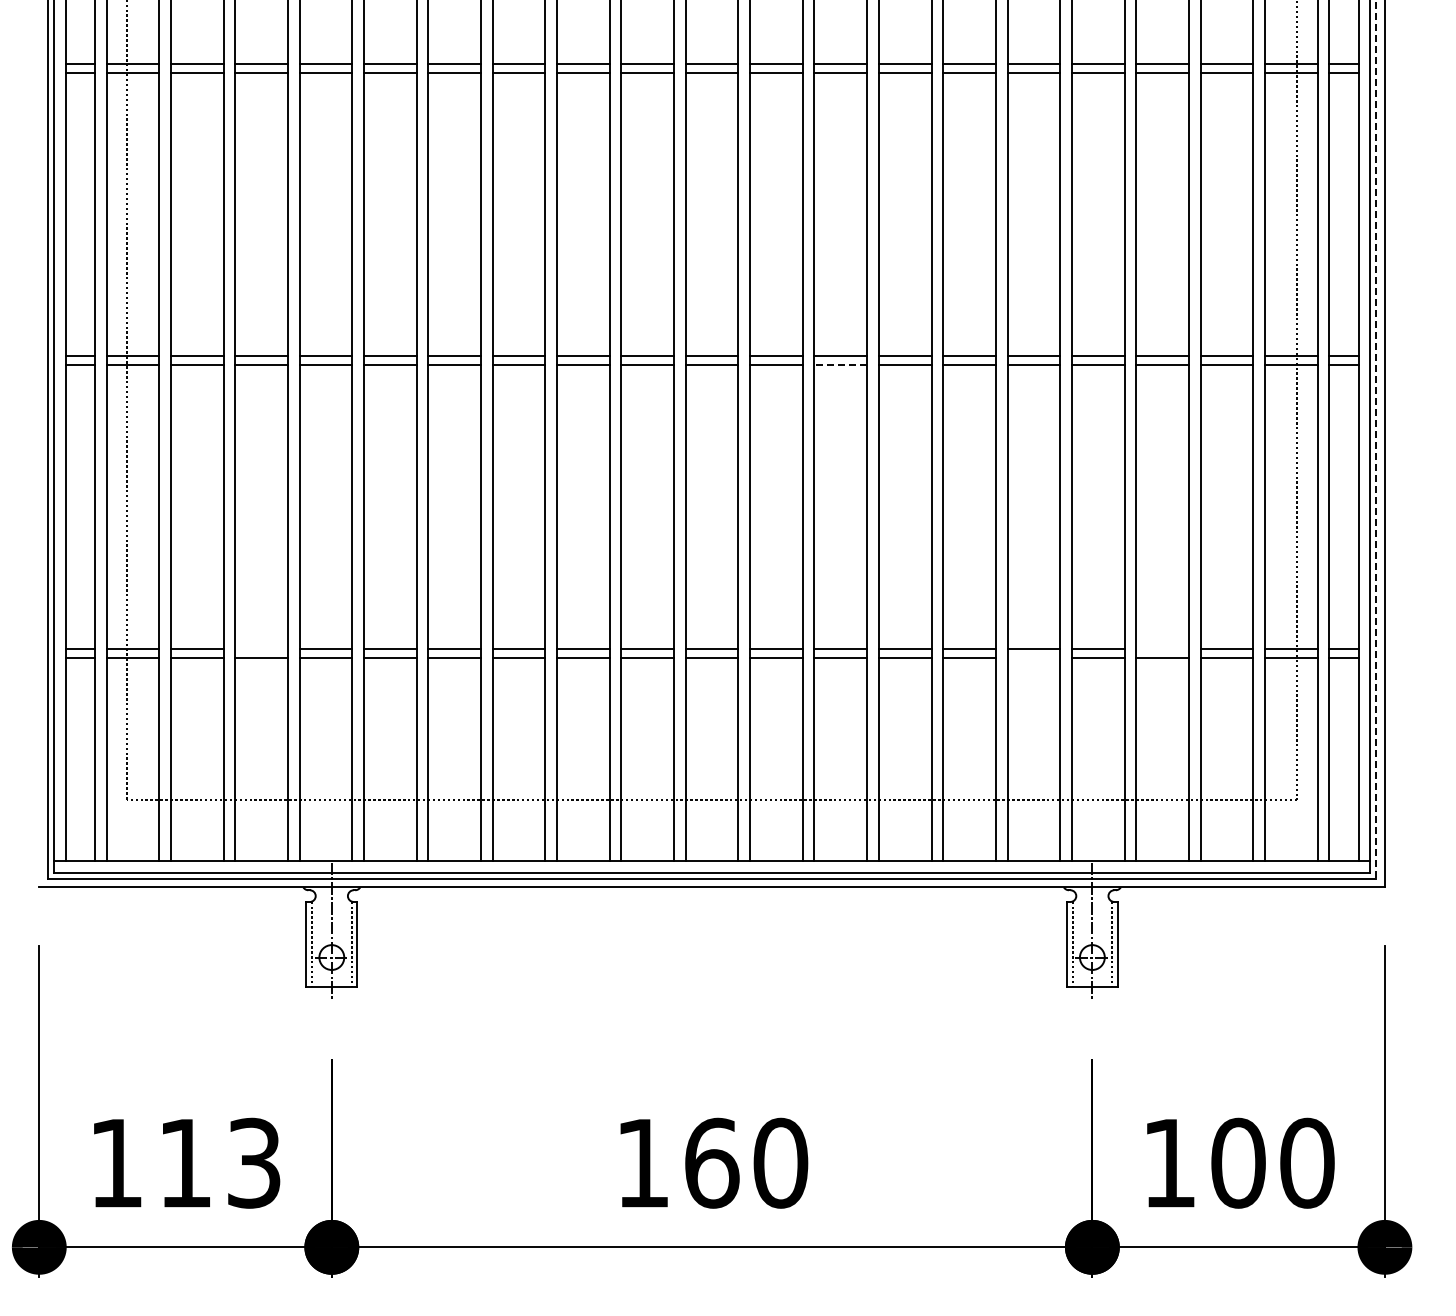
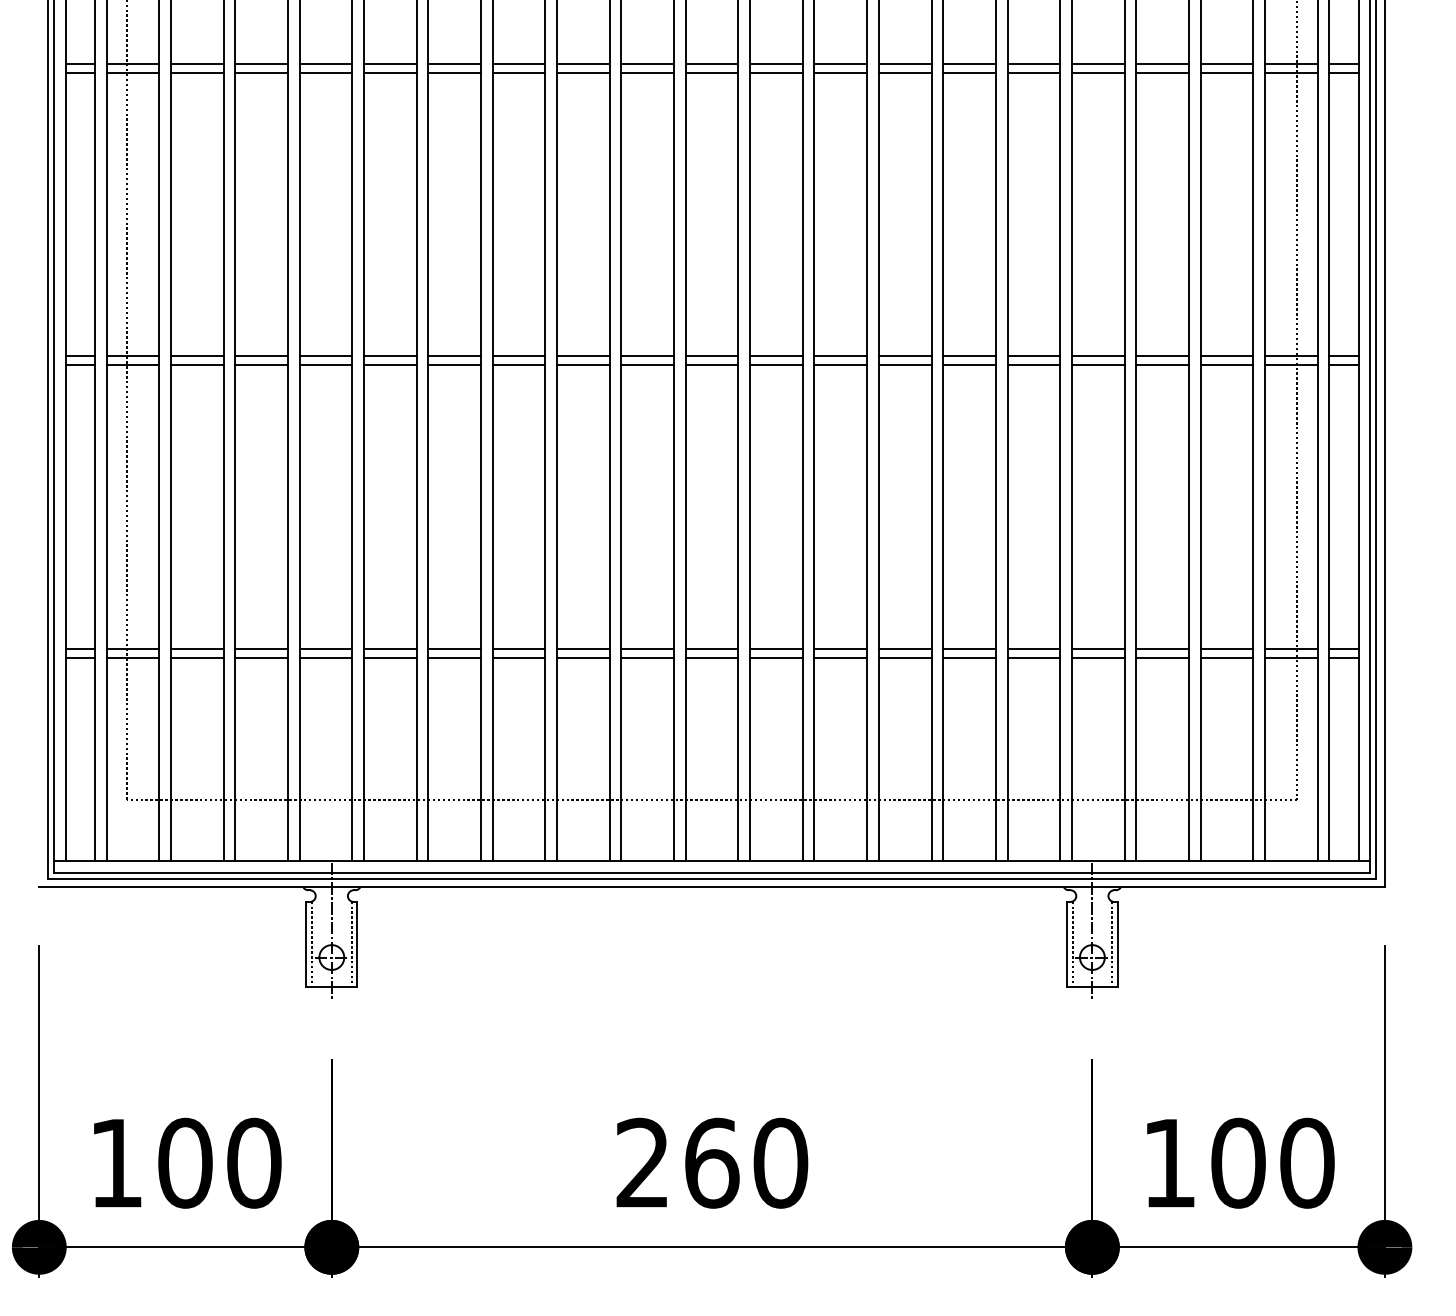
line at (840, 365): dashed -> solid
line at (1376, 439): dashed -> solid
line at (261, 648): none -> present
line at (1162, 648): none -> present
line at (1033, 657): none -> present
text at (219, 1162): 113 -> 100
text at (641, 1162): 160 -> 260
